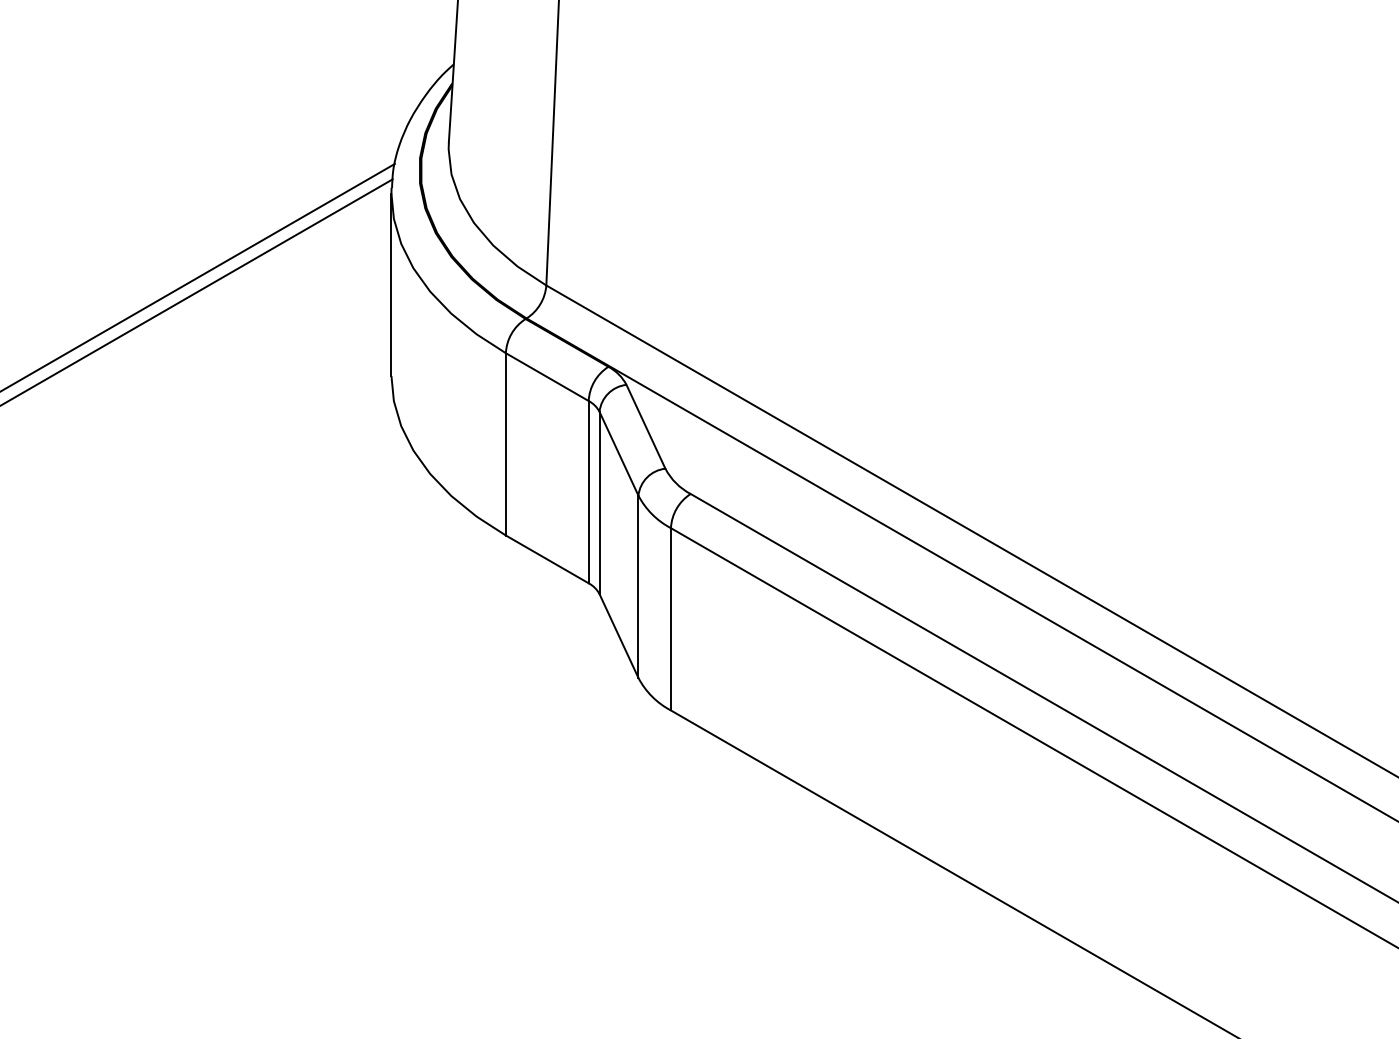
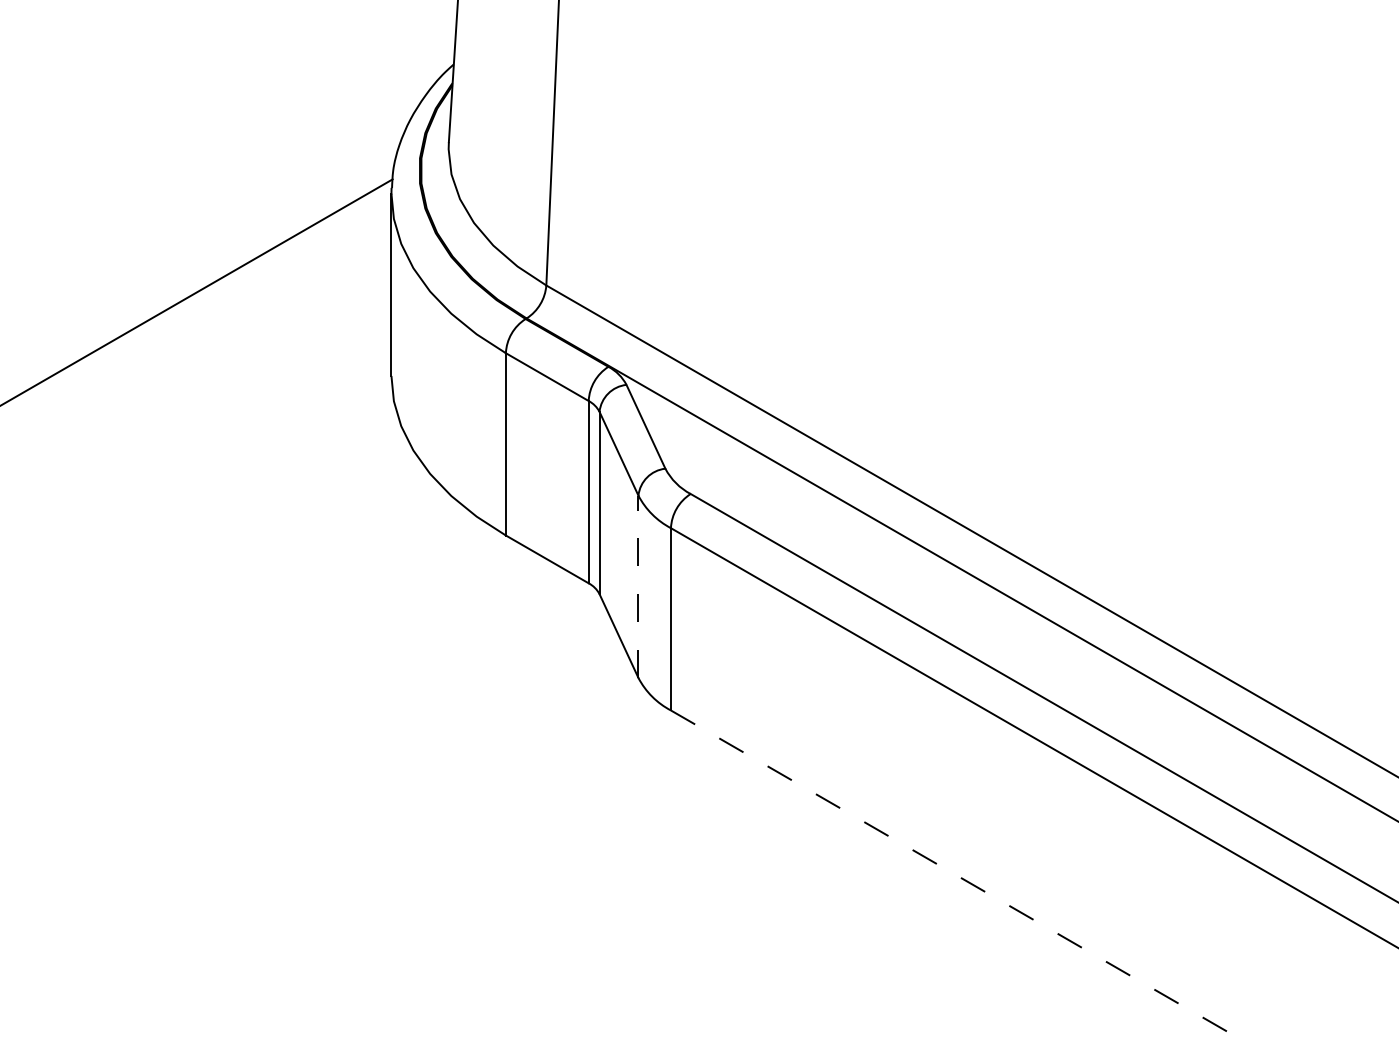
line at (198, 276): present -> none
line at (638, 586): solid -> dashed
line at (955, 874): solid -> dashed
